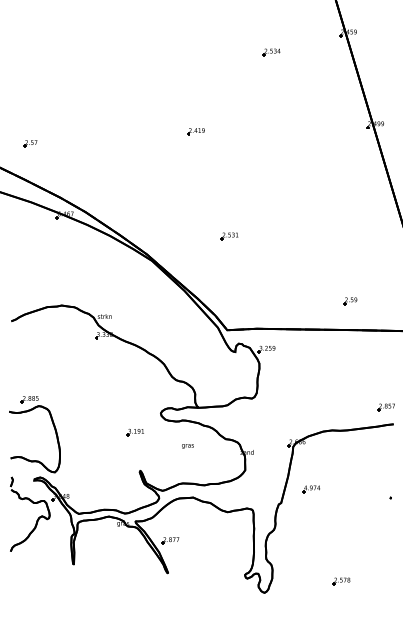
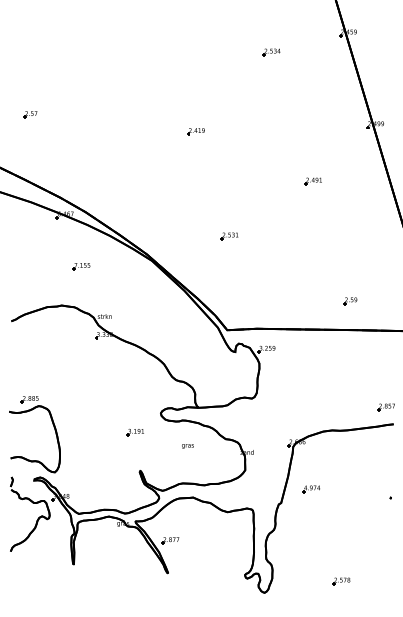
part at (30, 143) position: (30, 143) -> (30, 114)
part at (312, 181): none -> present
part at (81, 266): none -> present
